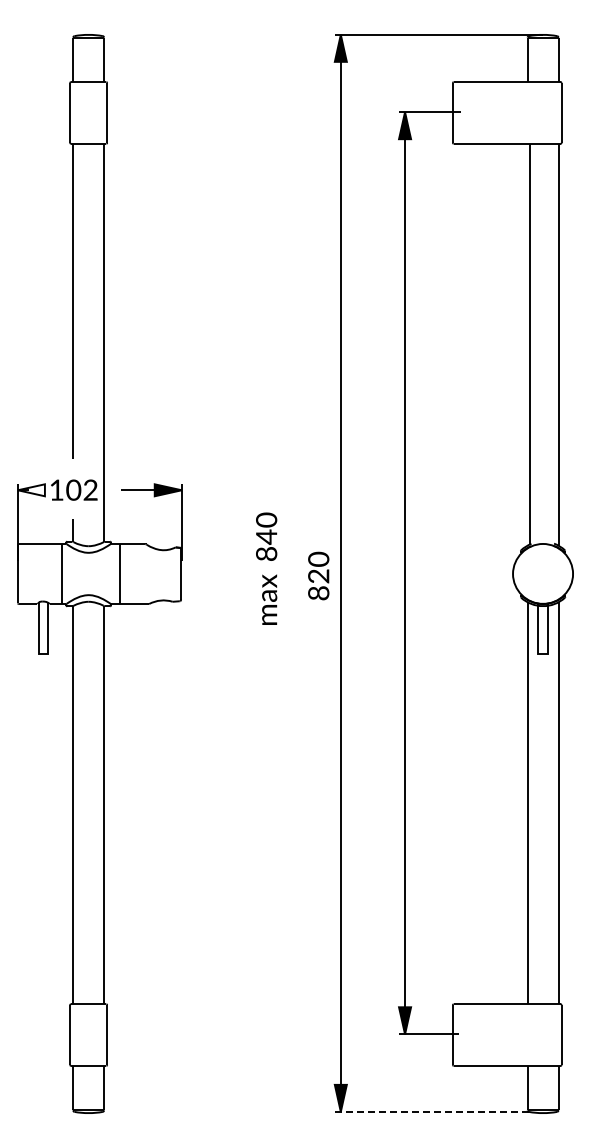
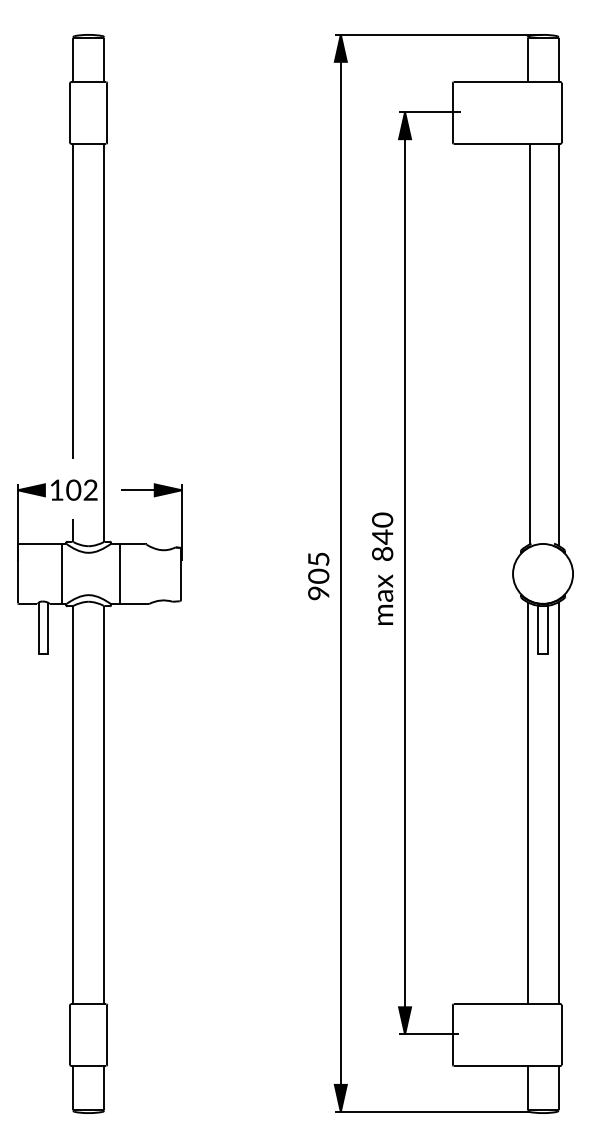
fill at (30, 490): none -> present
text at (266, 568) position: (266, 568) -> (382, 568)
text at (318, 575): 820 -> 905
line at (431, 1111): dashed -> solid
